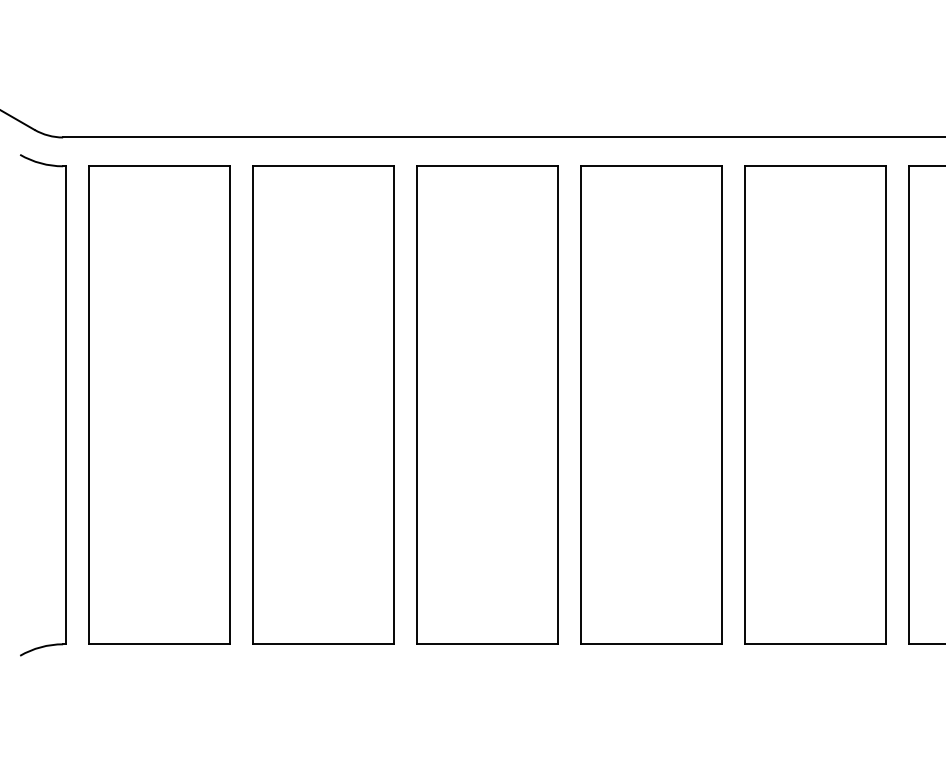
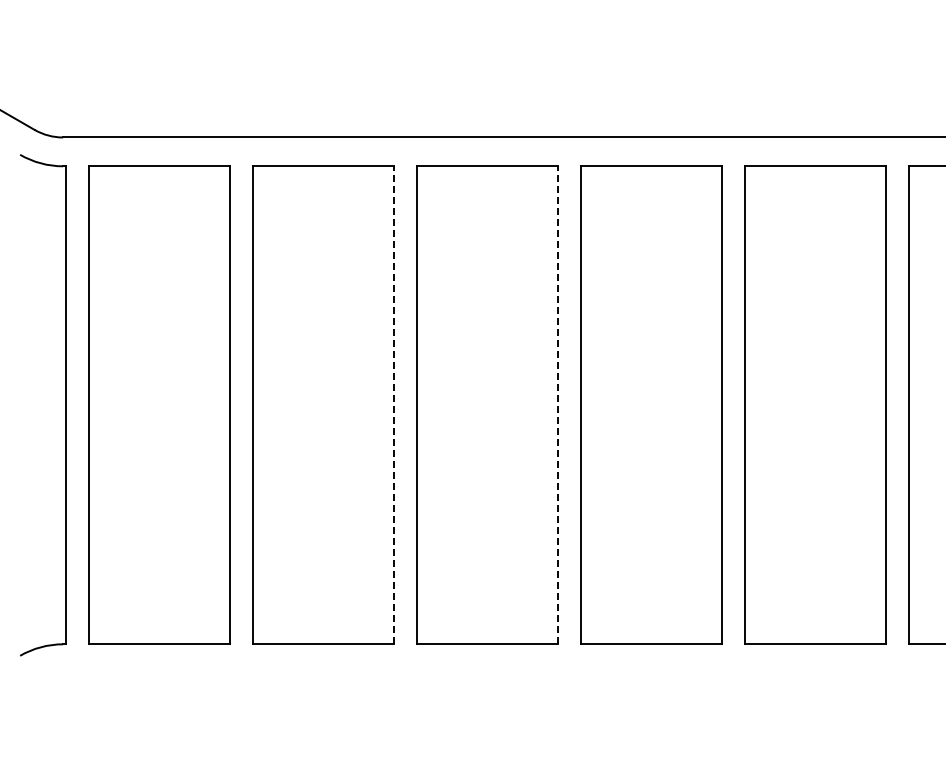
line at (394, 405): solid -> dashed
line at (557, 405): solid -> dashed
